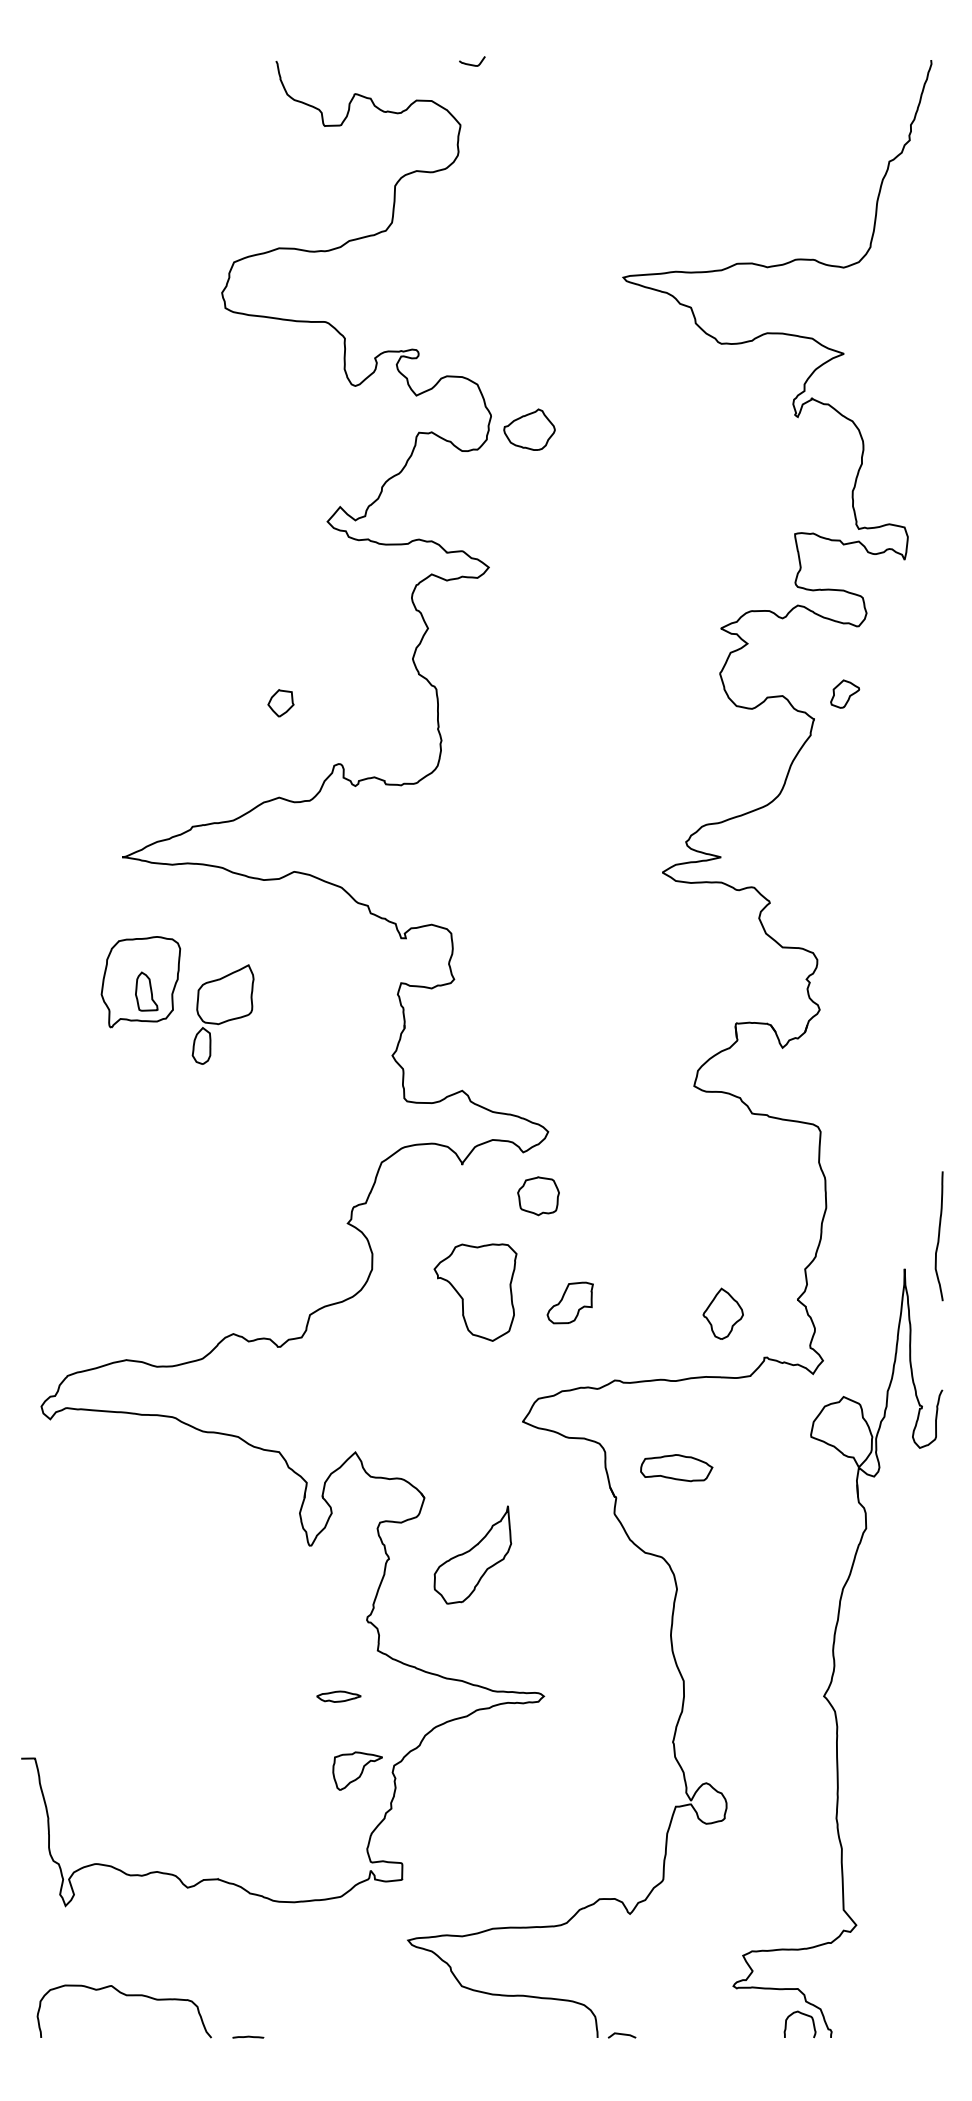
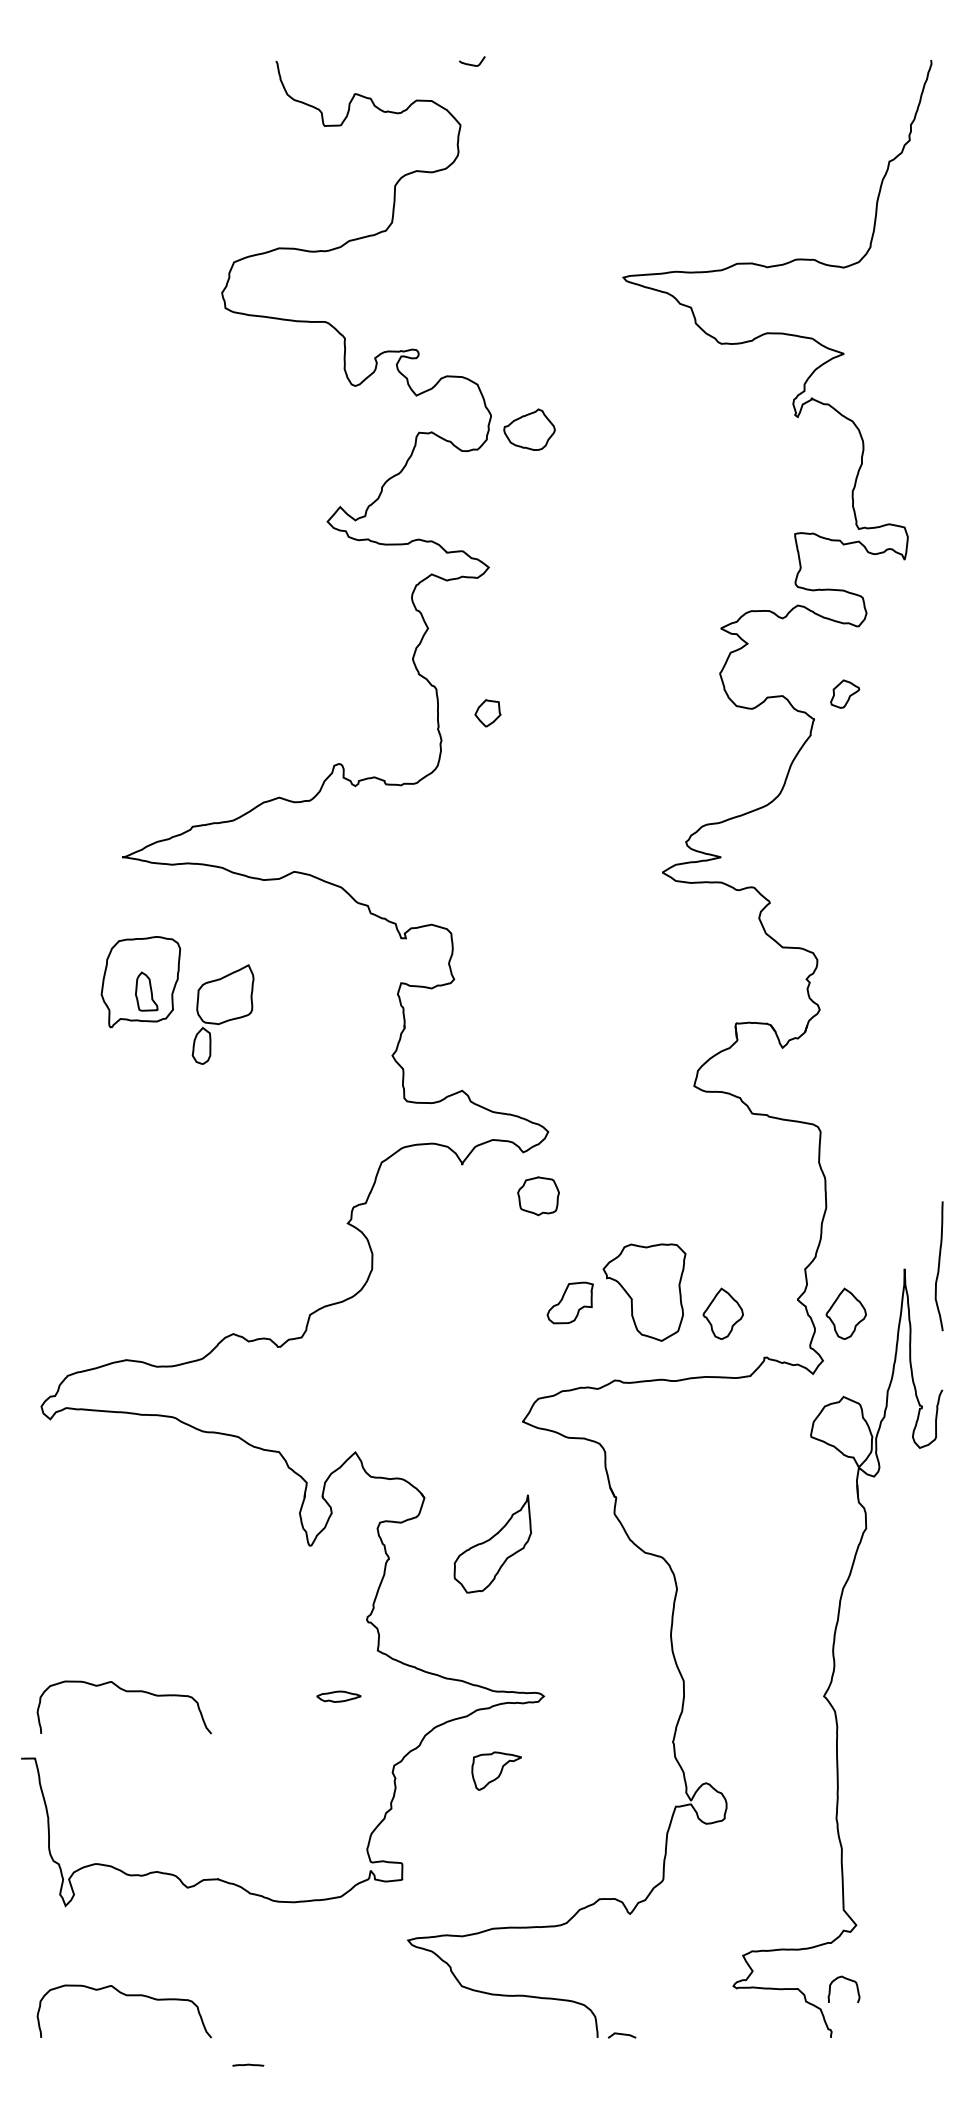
part at (280, 703) position: (280, 703) -> (487, 713)
curve at (938, 1236) position: (938, 1236) -> (938, 1266)
part at (475, 1292) position: (475, 1292) -> (644, 1292)
part at (845, 1313): none -> present
part at (676, 1468): present -> none
part at (472, 1554) position: (472, 1554) -> (492, 1543)
curve at (126, 1692): none -> present
part at (357, 1770) position: (357, 1770) -> (496, 1770)
curve at (801, 2014) position: (801, 2014) -> (845, 1979)
line at (248, 2036) position: (248, 2036) -> (248, 2064)
